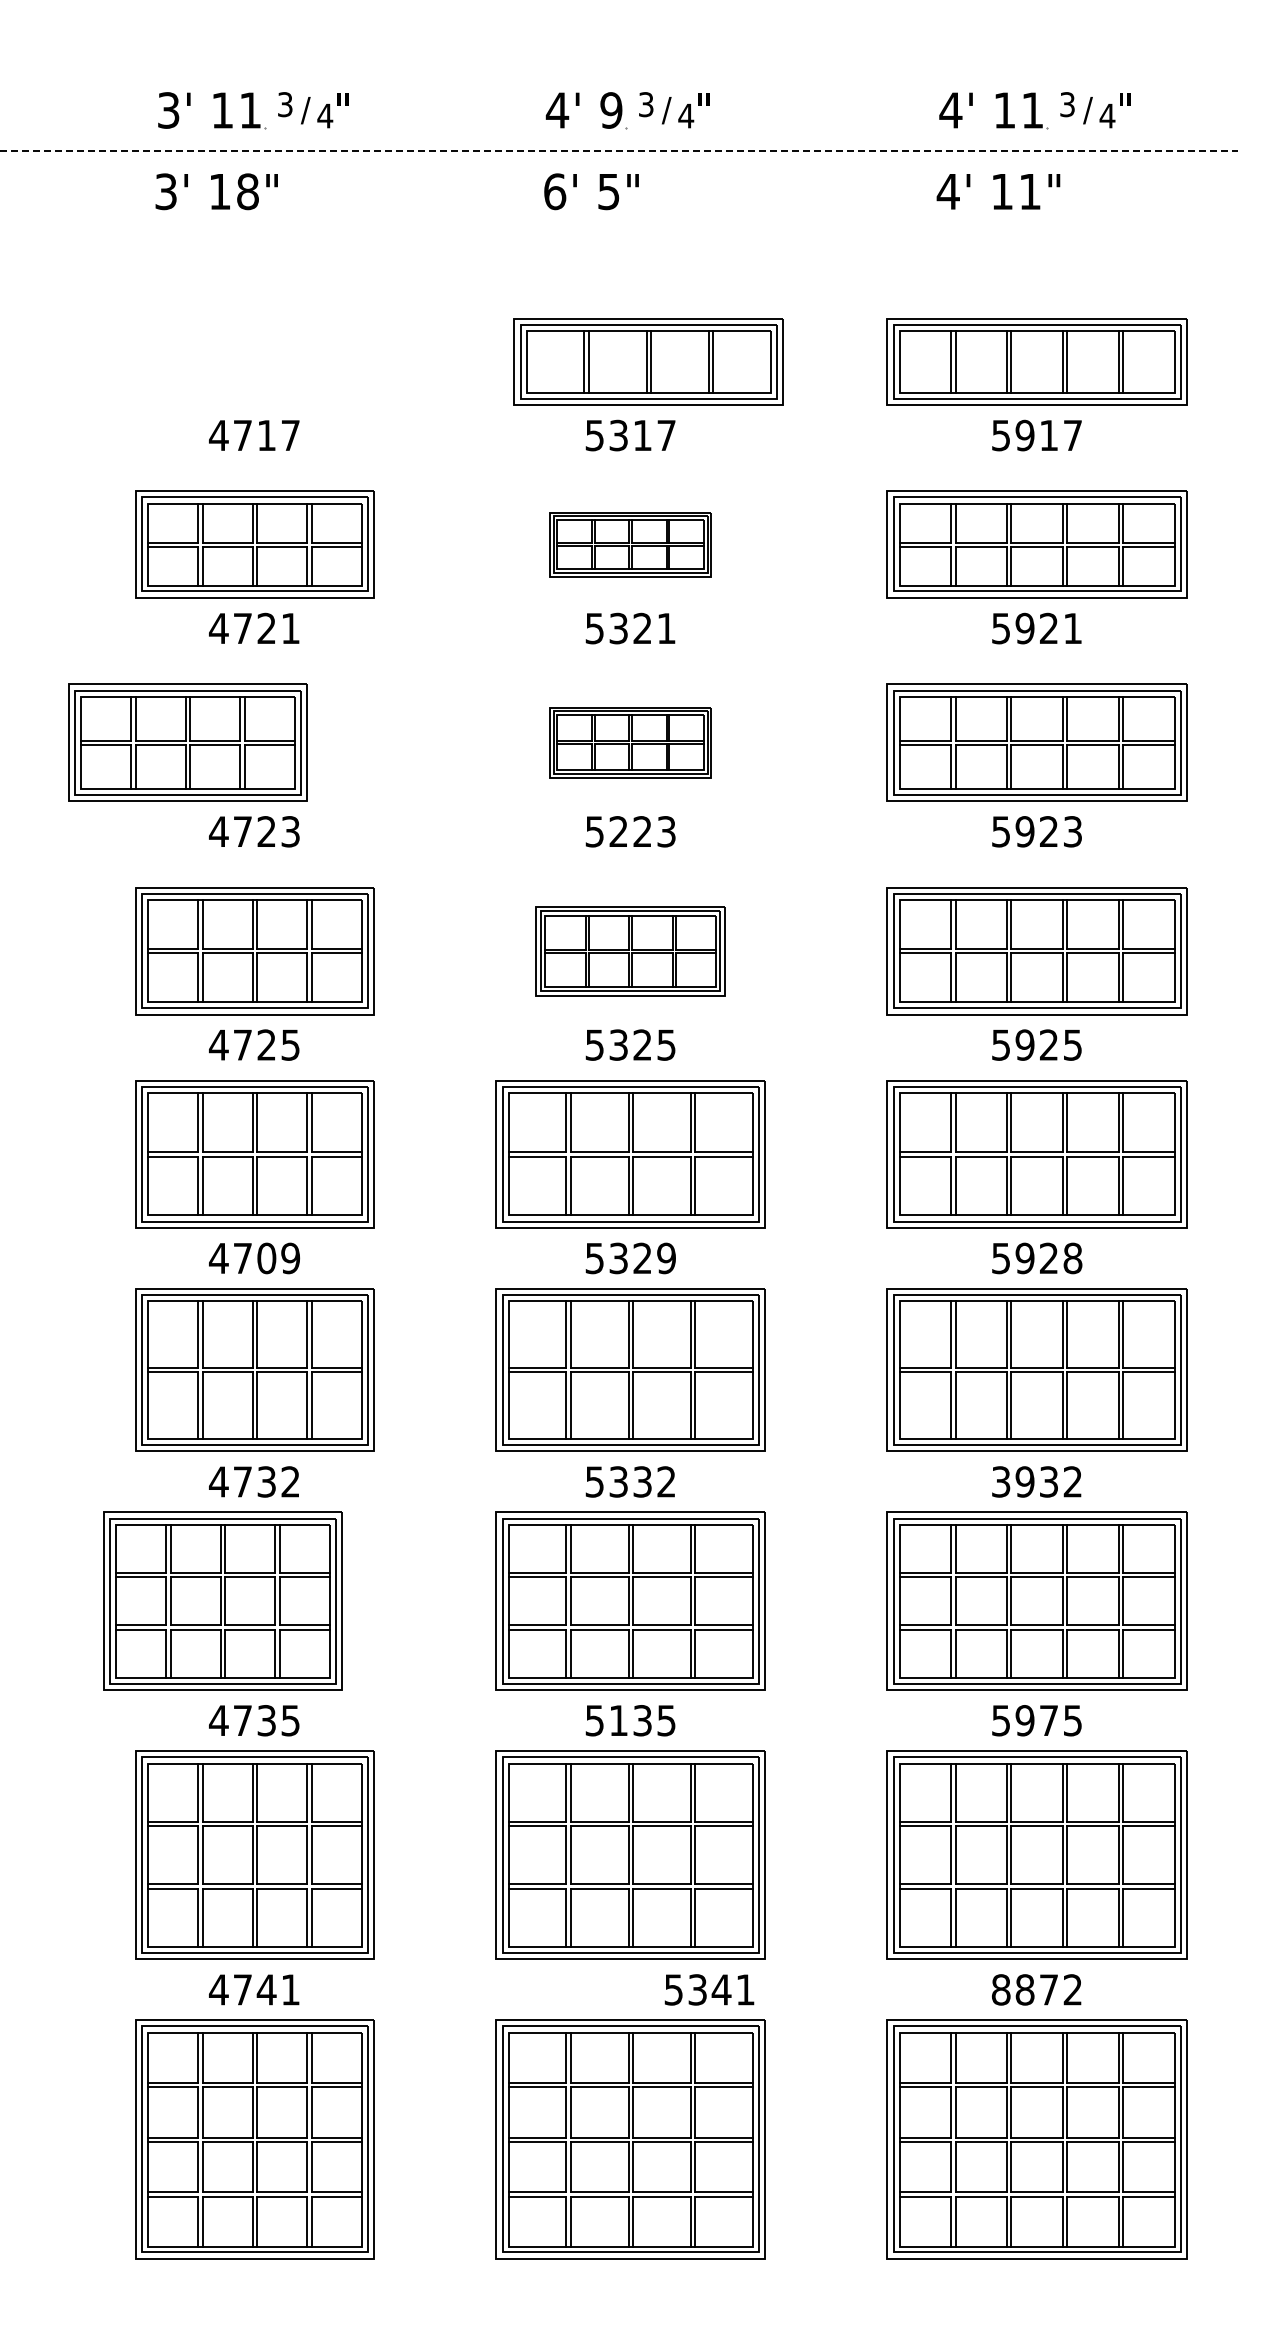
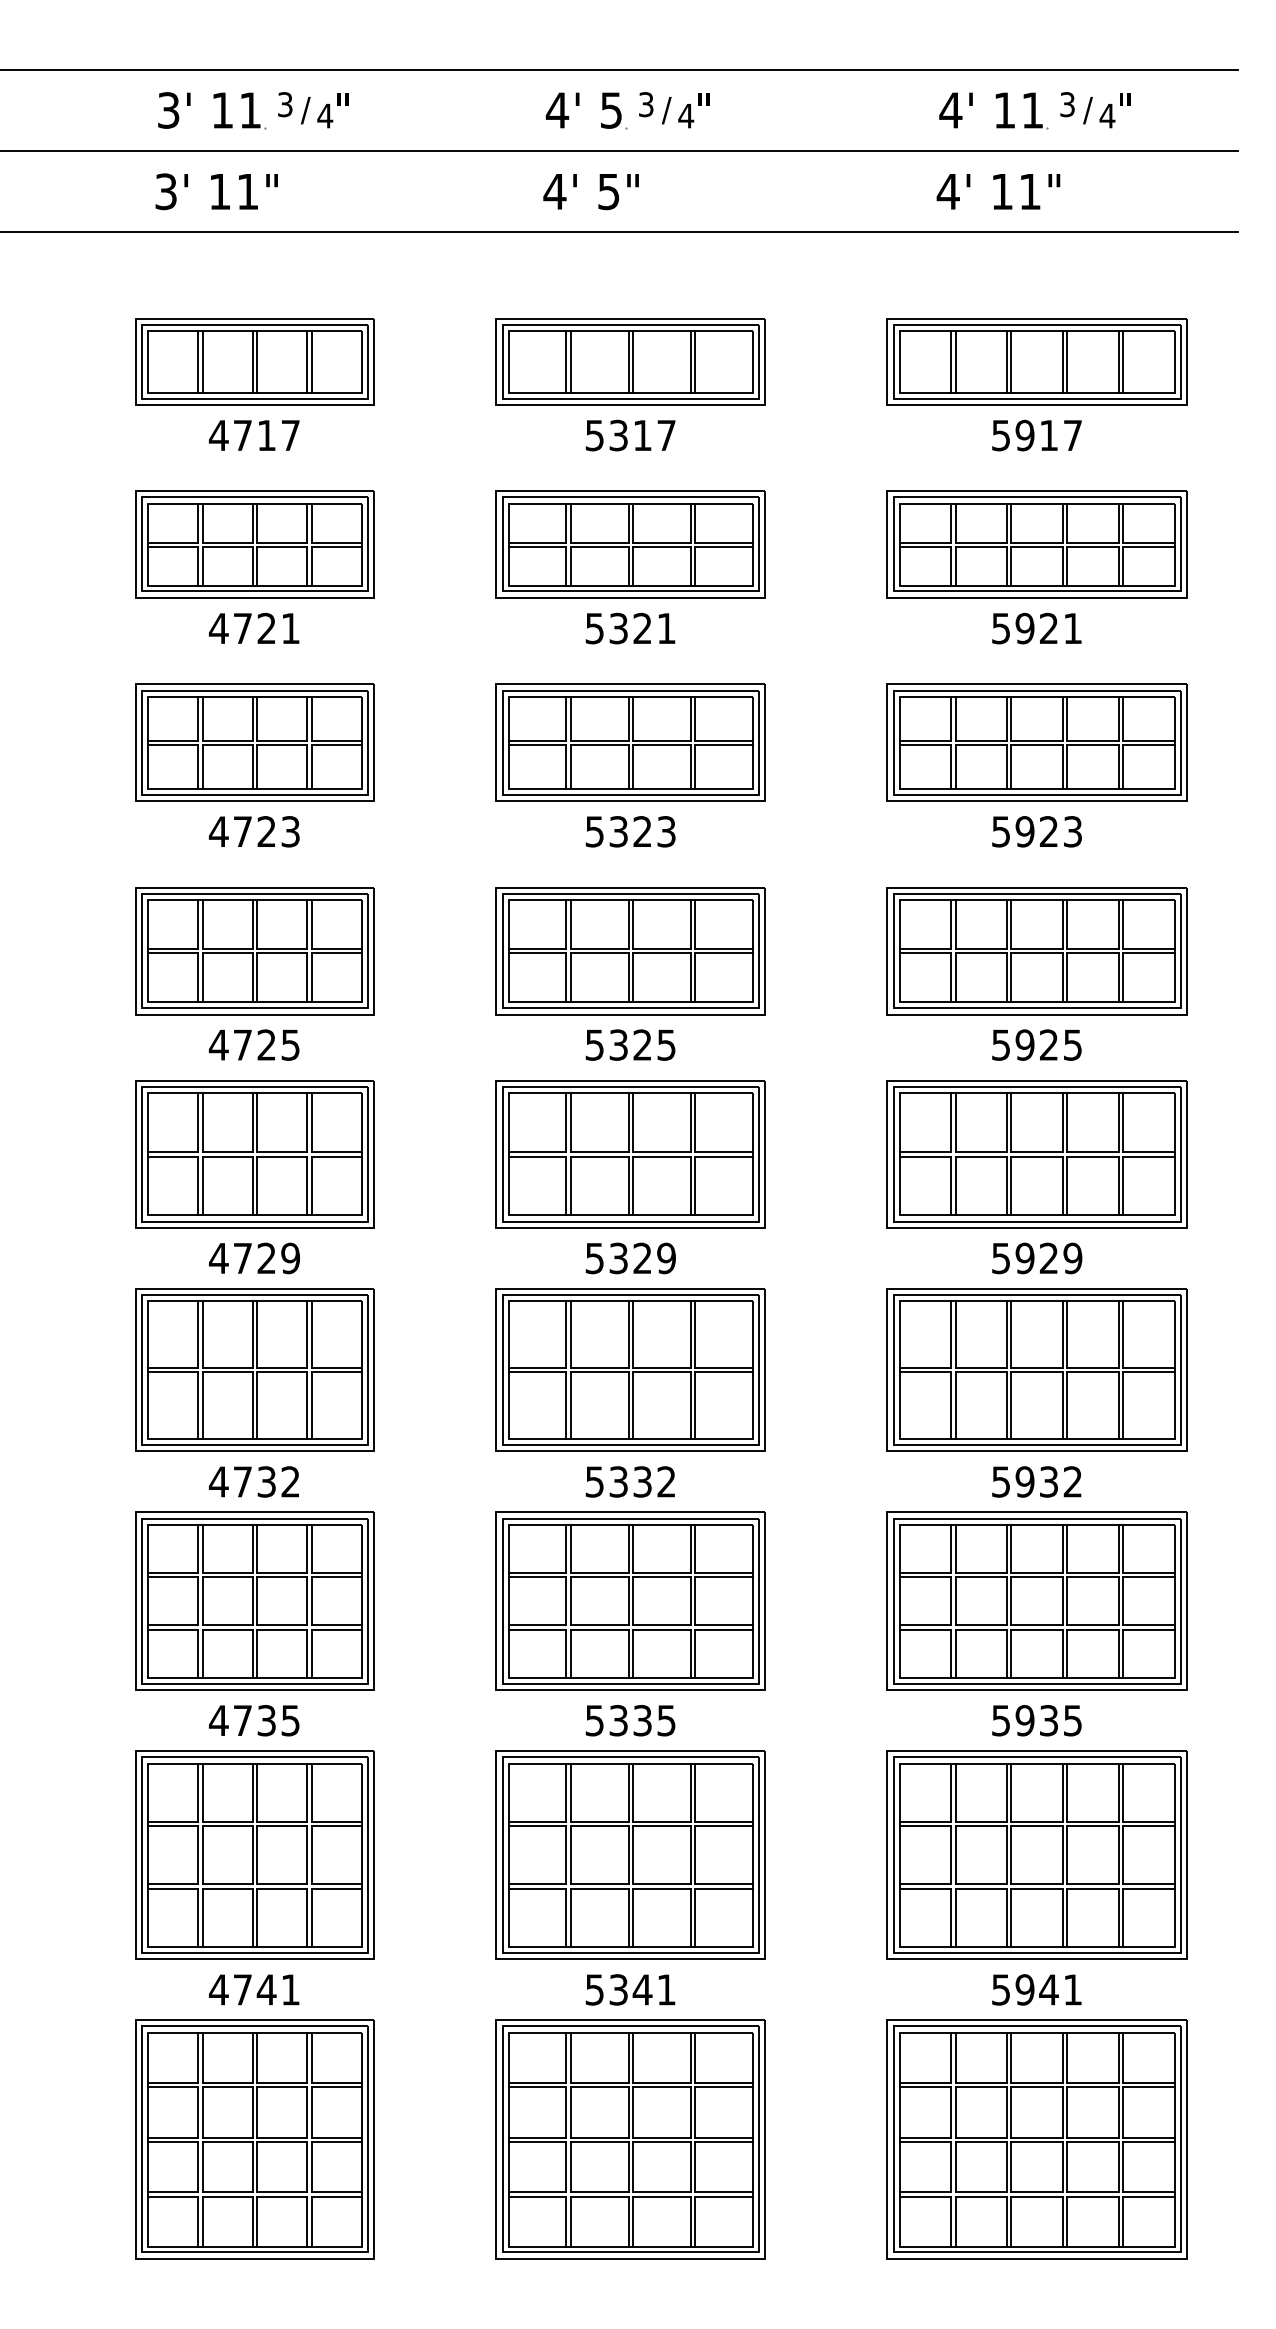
line at (619, 69): none -> present
text at (611, 110): 9 -> 5
line at (618, 151): dashed -> solid
text at (247, 191): 18" -> 11"
text at (554, 191): 6' -> 4'
line at (619, 232): none -> present
part at (254, 361): none -> present
part at (648, 361) position: (648, 361) -> (630, 361)
part at (630, 544) size: 163x66 px -> 271x109 px
part at (187, 742) position: (187, 742) -> (254, 742)
part at (630, 742) size: 163x72 px -> 271x119 px
text at (618, 831): 5223 -> 5323
part at (630, 951) size: 191x91 px -> 271x129 px
text at (266, 1258): 4709 -> 4729
text at (1072, 1258): 5928 -> 5929
text at (1001, 1481): 3932 -> 5932
part at (222, 1600) position: (222, 1600) -> (254, 1600)
text at (618, 1720): 5135 -> 5335
text at (1048, 1720): 5975 -> 5935
text at (709, 1989) position: (709, 1989) -> (630, 1989)
text at (1036, 1989): 8872 -> 5941
